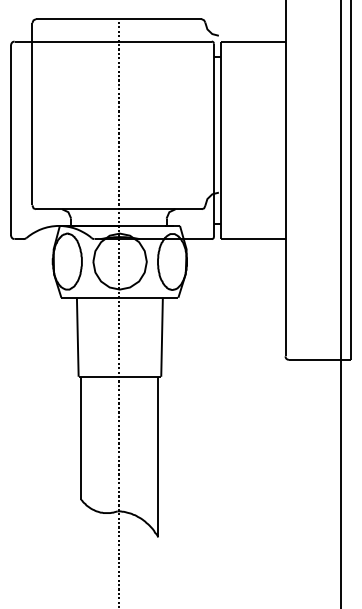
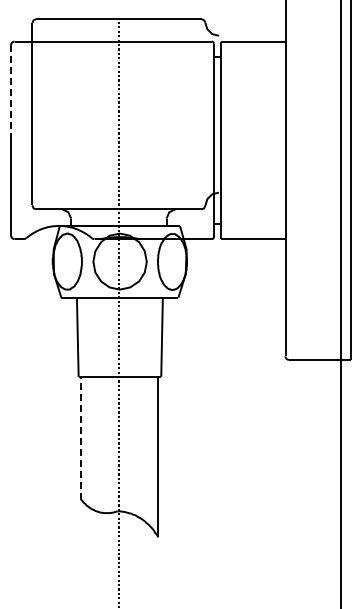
line at (11, 92): solid -> dashed
line at (81, 438): solid -> dashed
